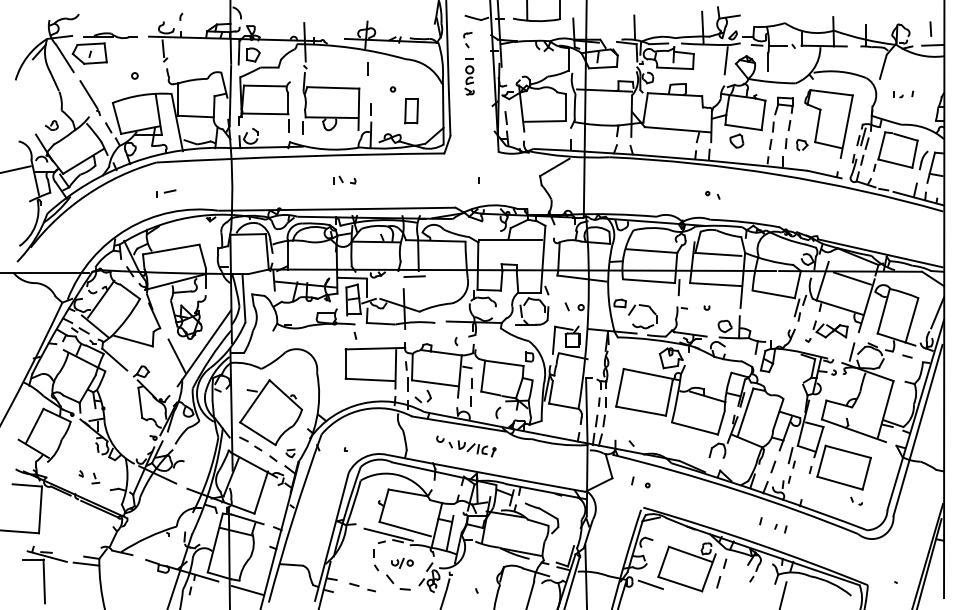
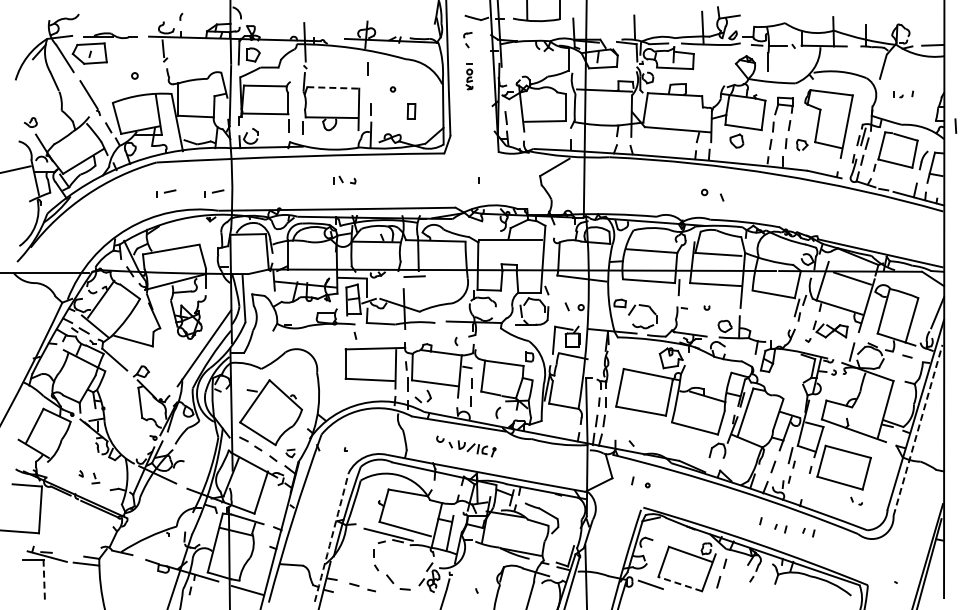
line at (930, 28) position: (930, 28) -> (955, 125)
line at (725, 60): present -> none
part at (469, 76) size: 11x38 px -> 9x28 px
line at (333, 87): solid -> dashed
part at (411, 111) size: 15x27 px -> 11x17 px
part at (51, 125) position: (51, 125) -> (30, 122)
part at (214, 193): none -> present
part at (712, 195) size: 16x9 px -> 24x14 px
line at (176, 356): present -> none
line at (918, 430): solid -> dashed
part at (808, 532): none -> present
arc at (331, 537): solid -> dashed
part at (402, 562): present -> none
line at (44, 581): solid -> dashed
line at (680, 584): solid -> dashed
line at (783, 594): present -> none
